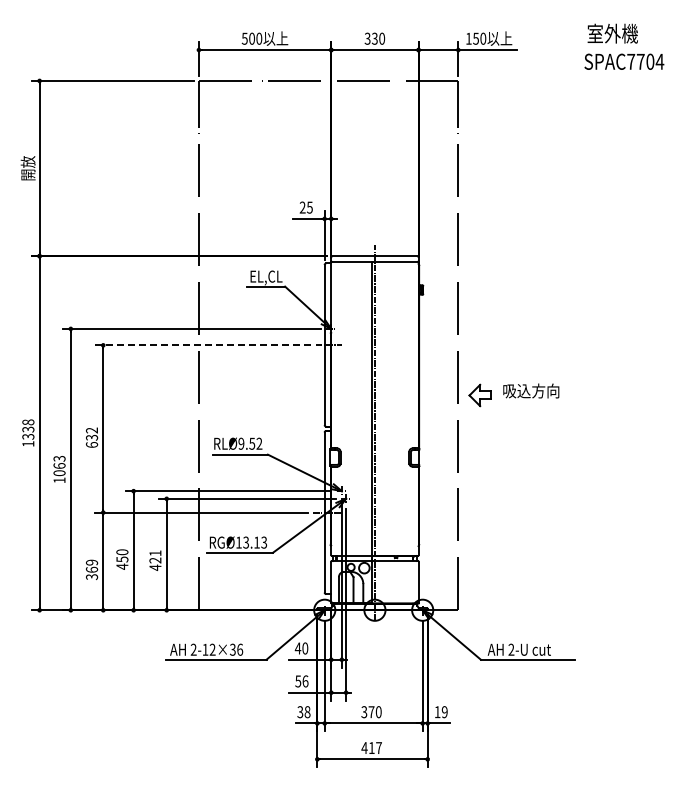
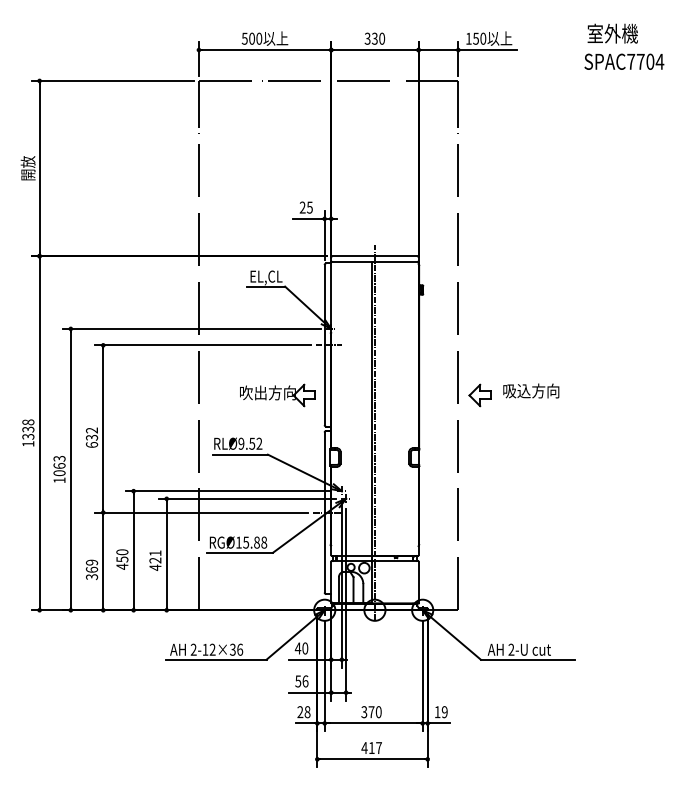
line at (202, 345): dashed -> solid
part at (277, 395): none -> present
text at (255, 542): RGØ13.13 -> RGØ15.88
text at (300, 712): 38 -> 28
